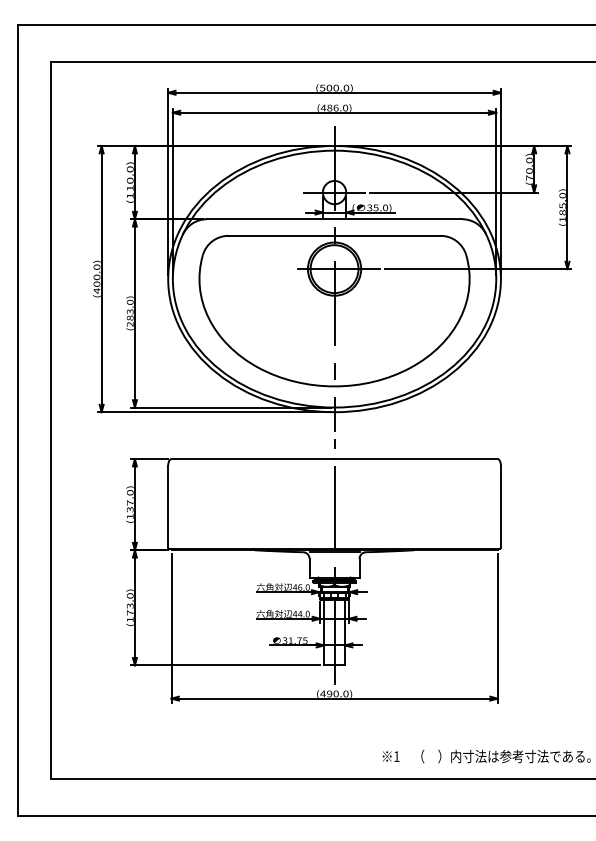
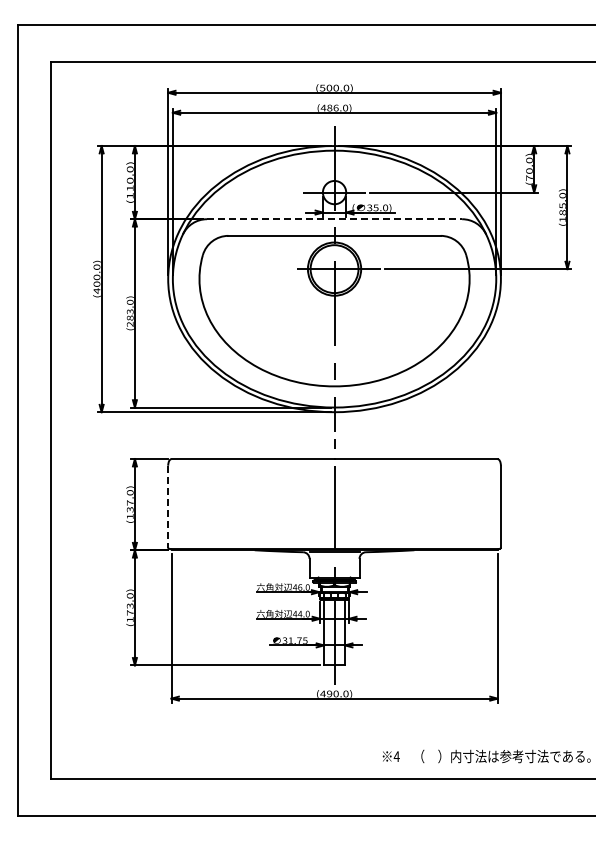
line at (334, 219): solid -> dashed
line at (168, 506): solid -> dashed
text at (396, 756): 1 -> 4
